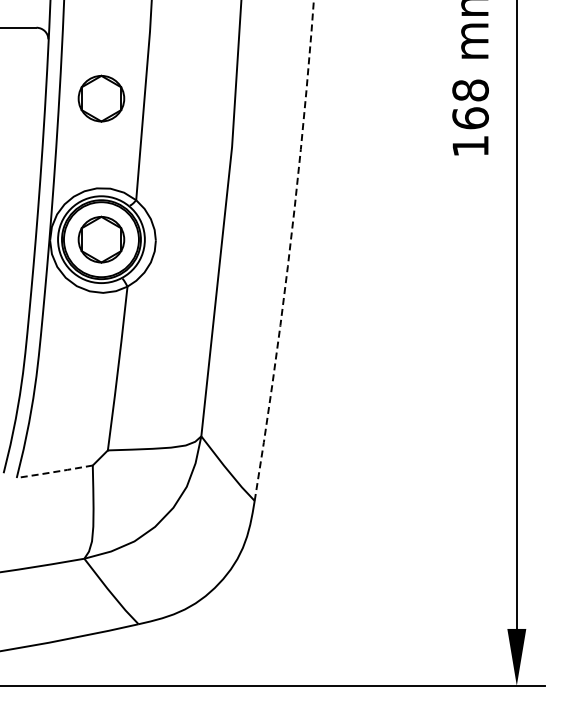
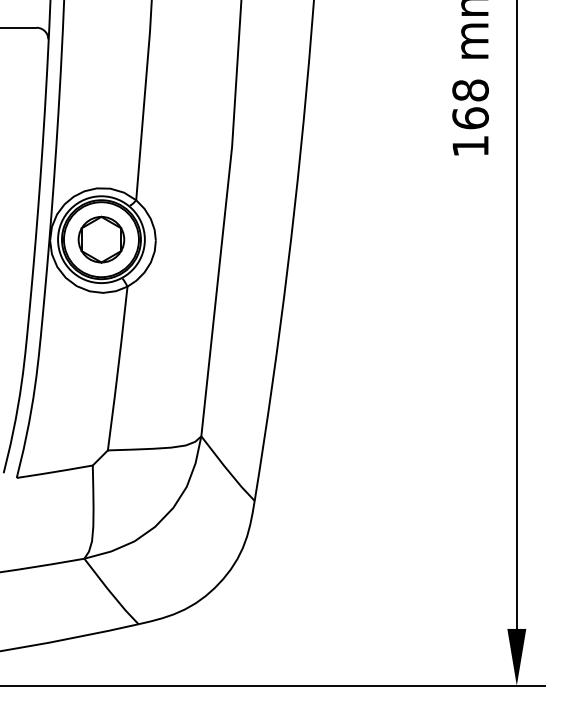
part at (101, 98): present -> none
arc at (289, 251): dashed -> solid
line at (54, 471): dashed -> solid
